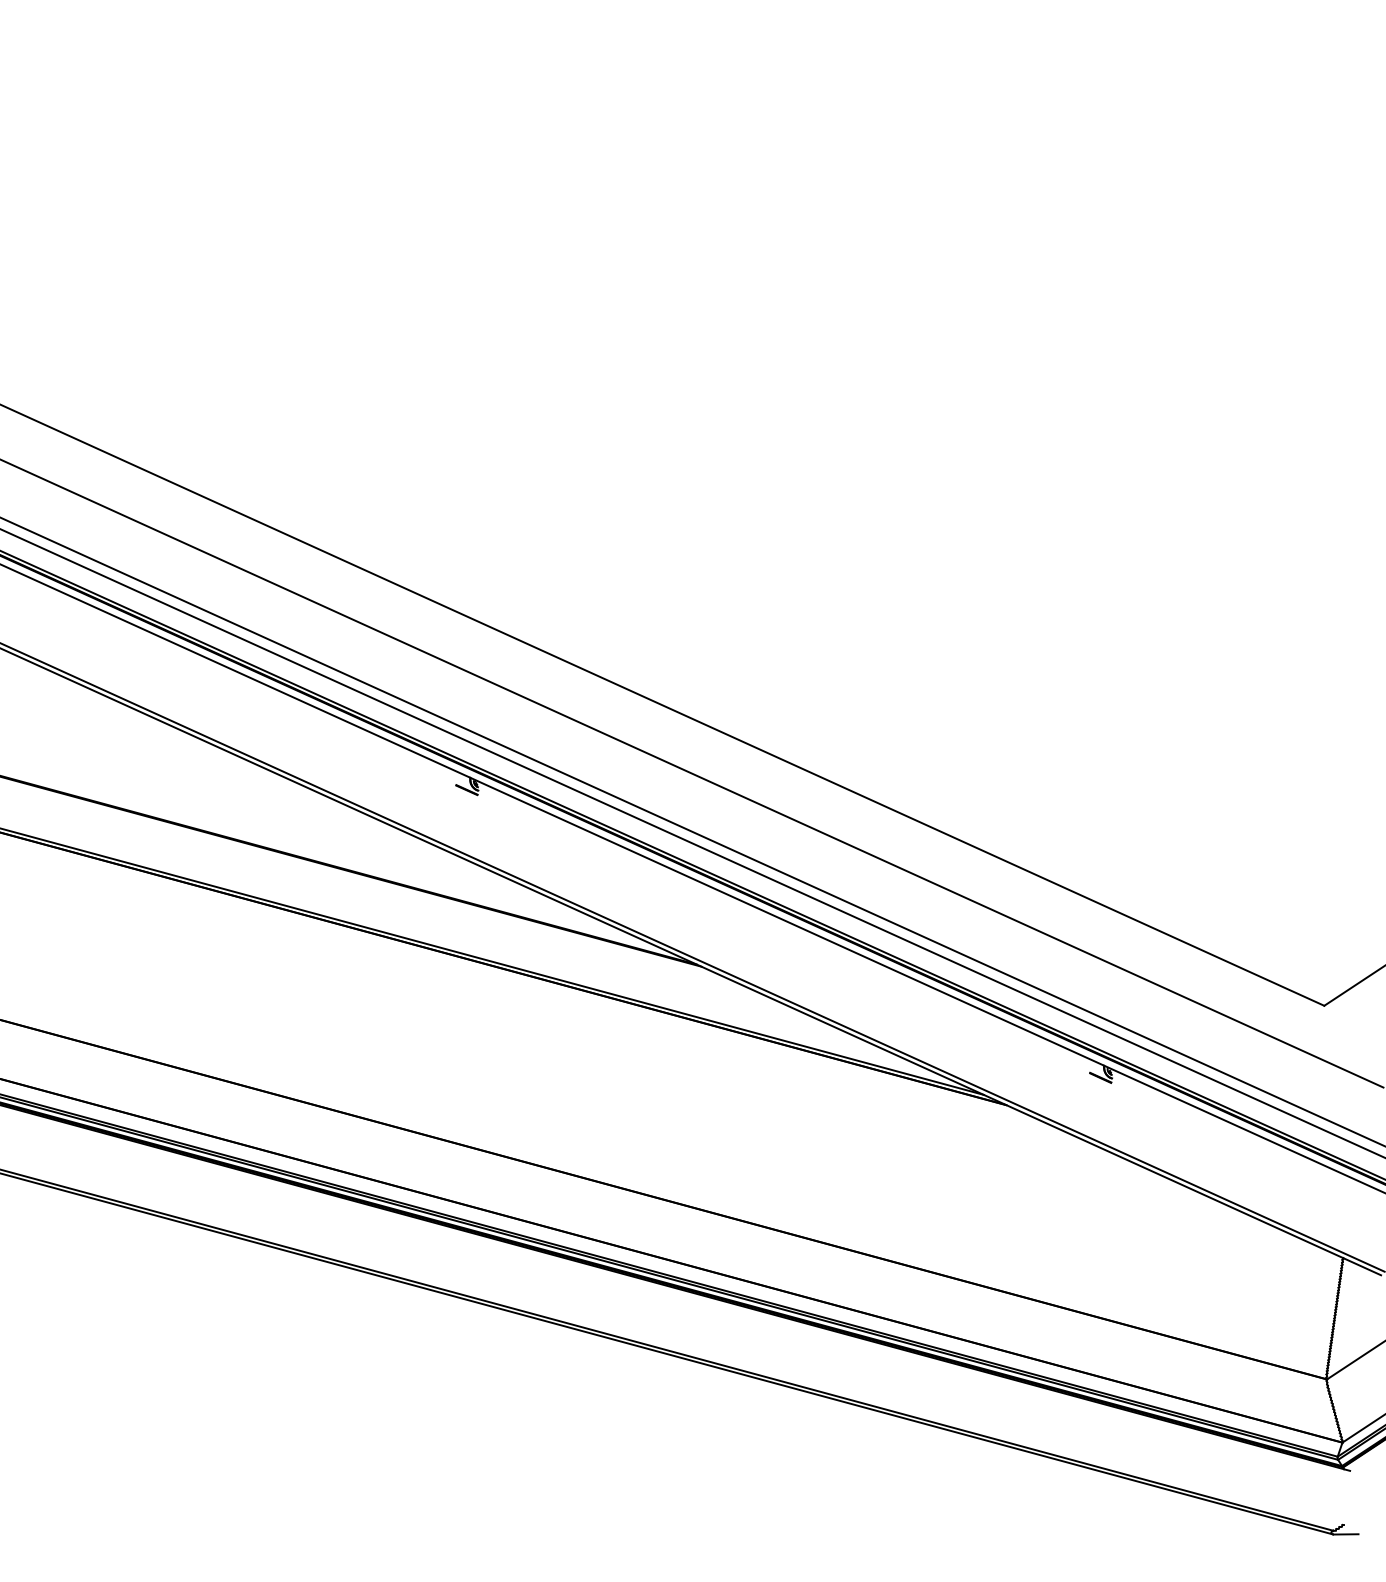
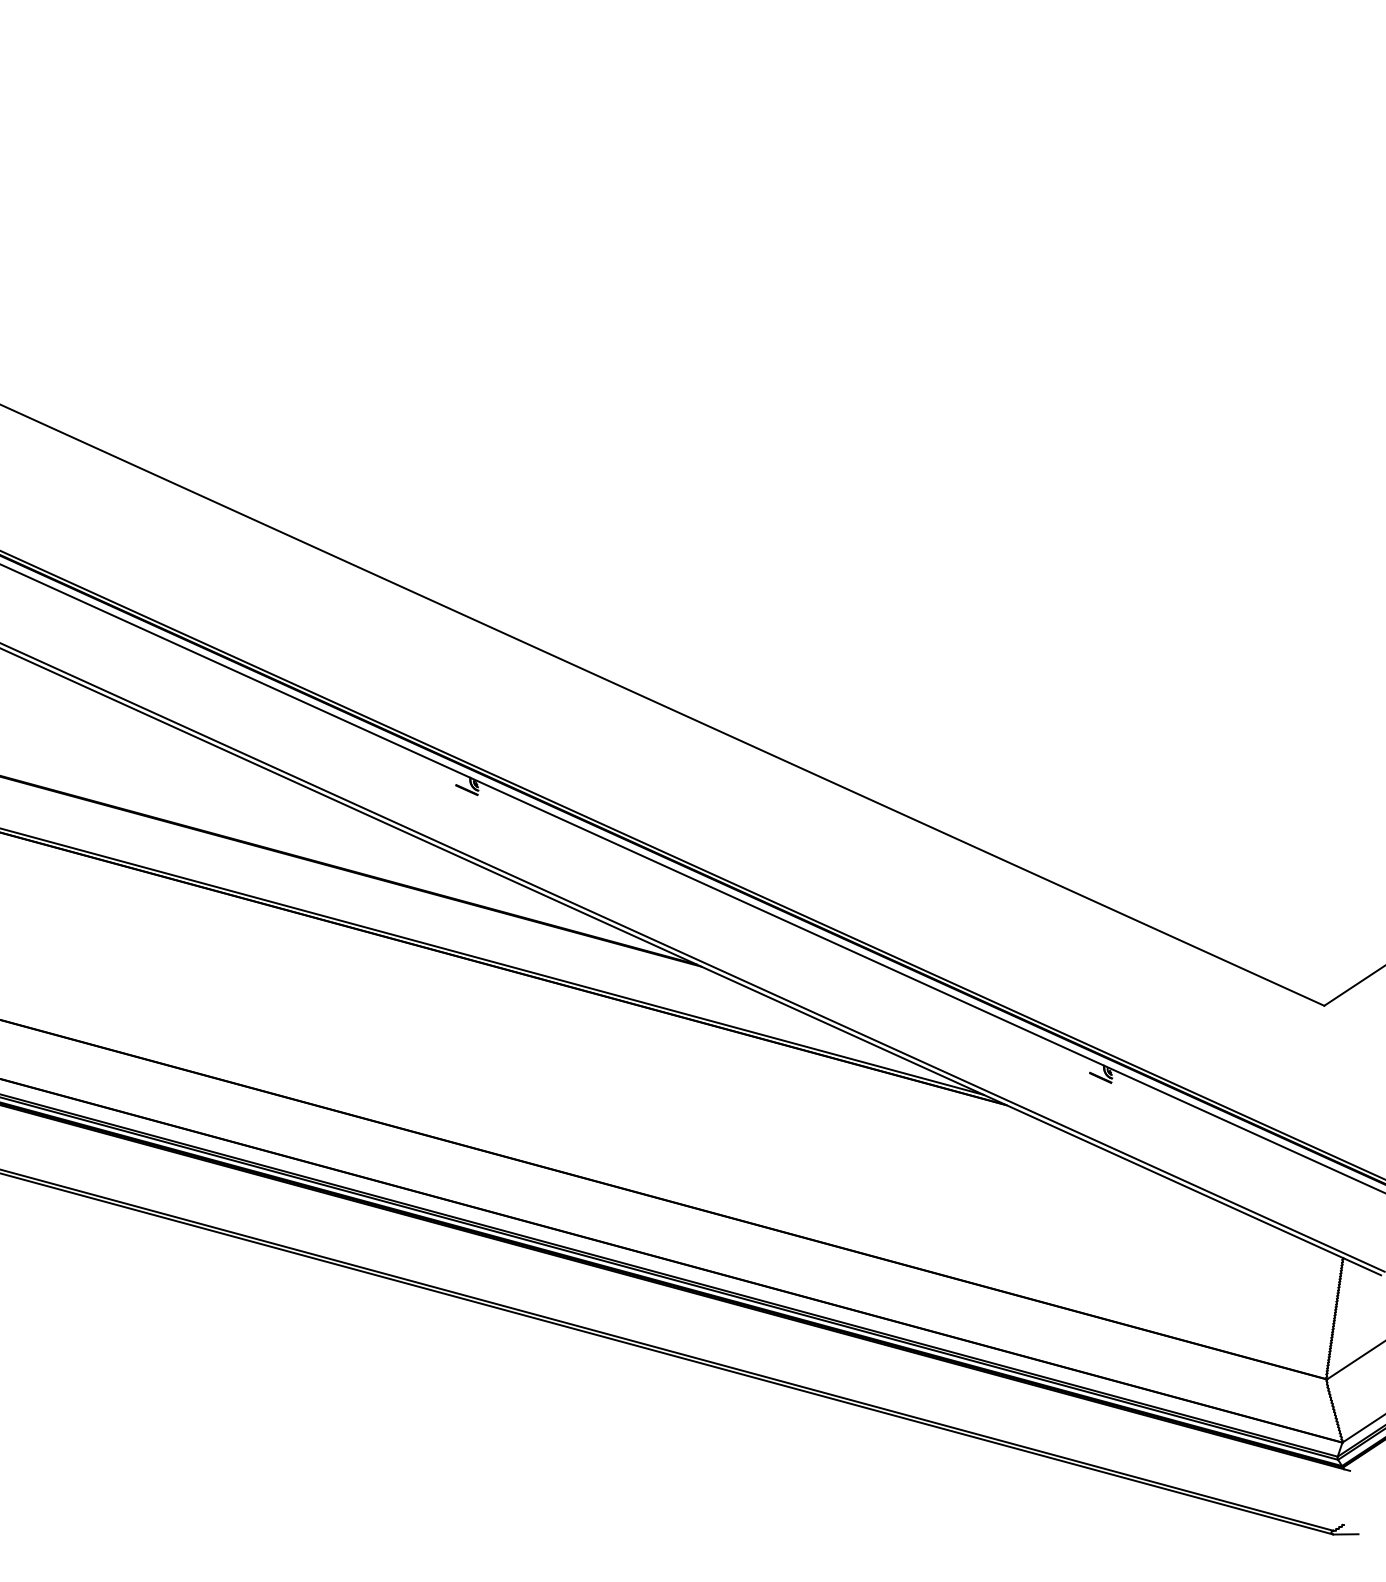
line at (692, 773): present -> none
line at (692, 831): present -> none
line at (692, 843): present -> none
